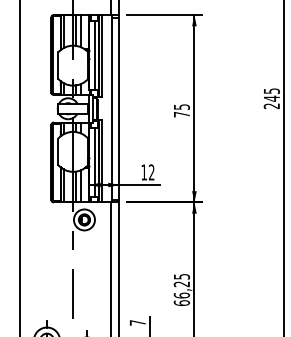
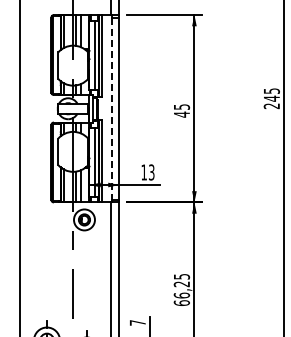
line at (111, 109): solid -> dashed
text at (181, 114): 75 -> 45
text at (151, 172): 12 -> 13
